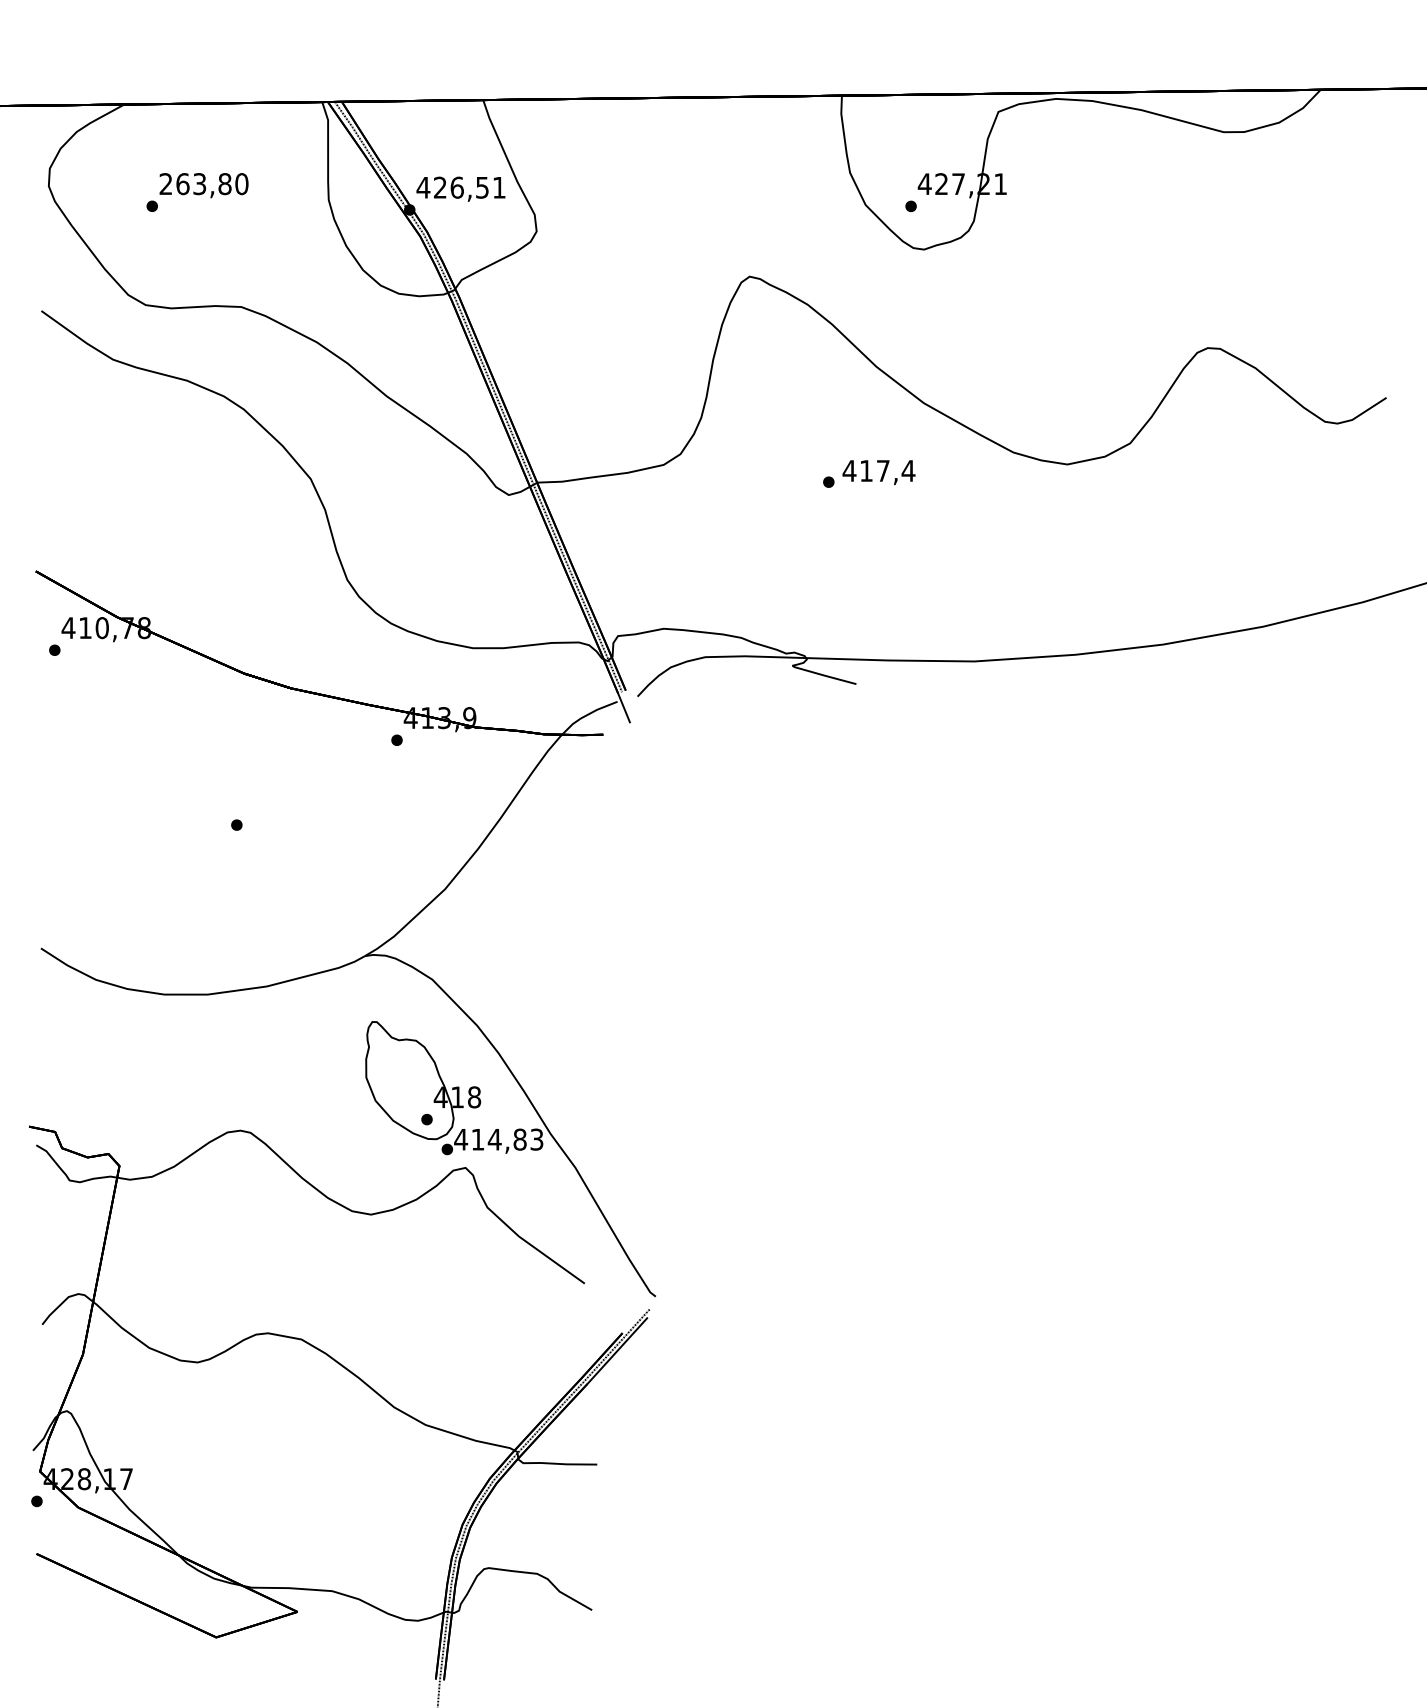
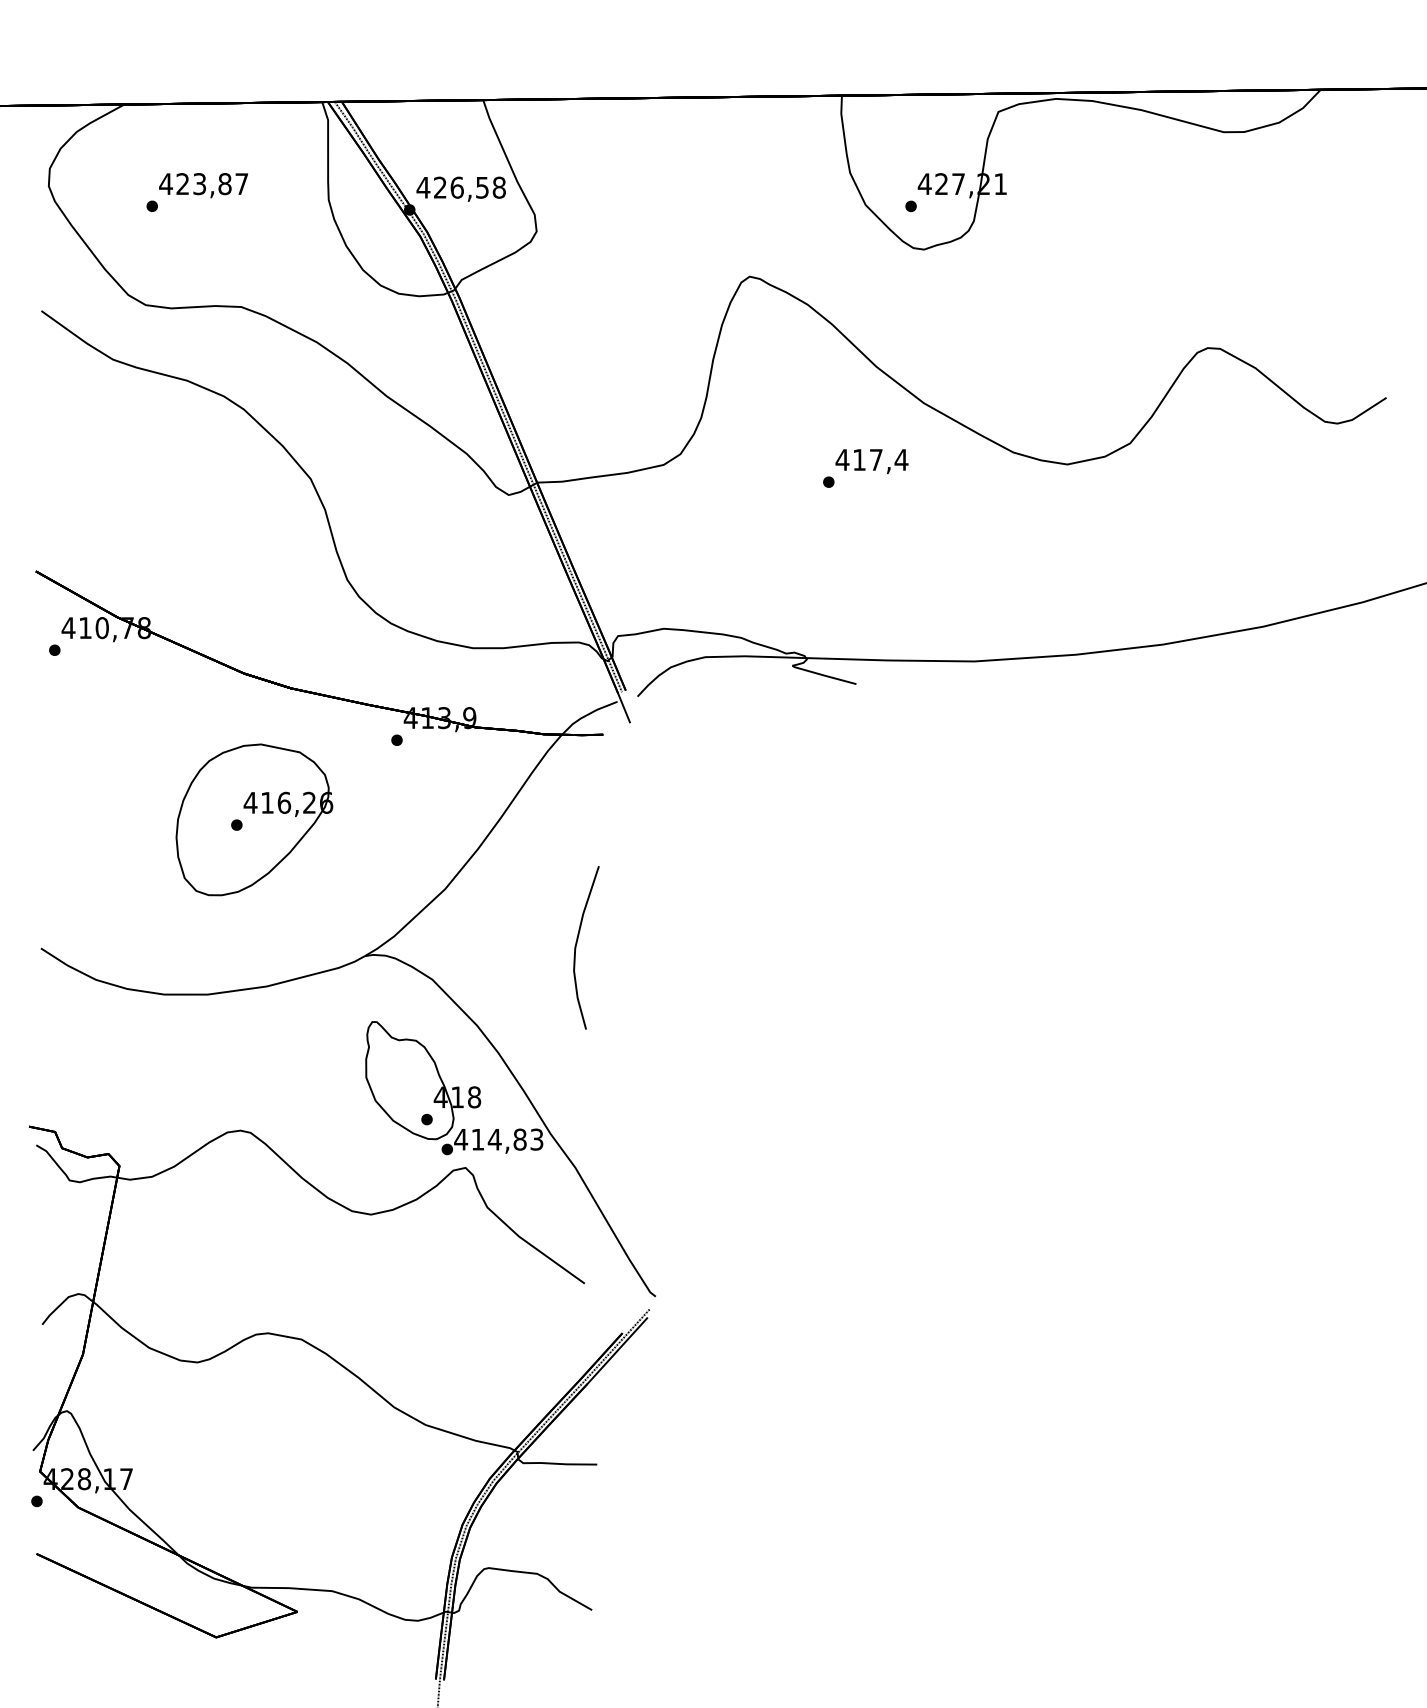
text at (203, 184): 263,80 -> 423,87
text at (498, 187): 426,51 -> 426,58
text at (878, 472) position: (878, 472) -> (871, 461)
part at (254, 819): none -> present
curve at (577, 943): none -> present
